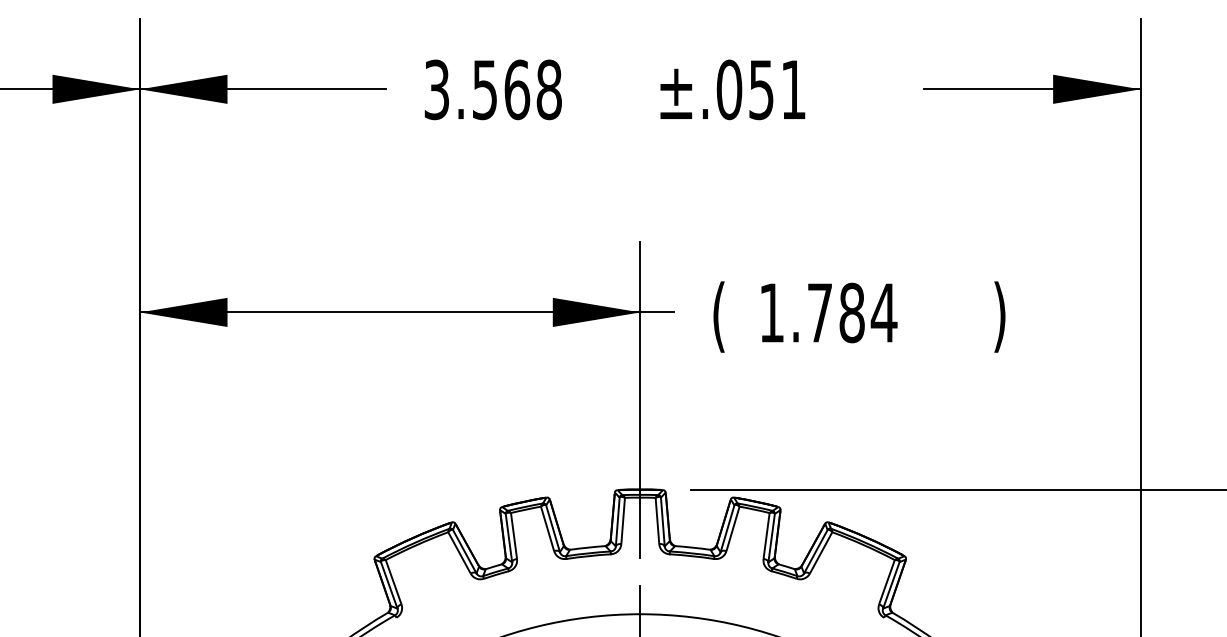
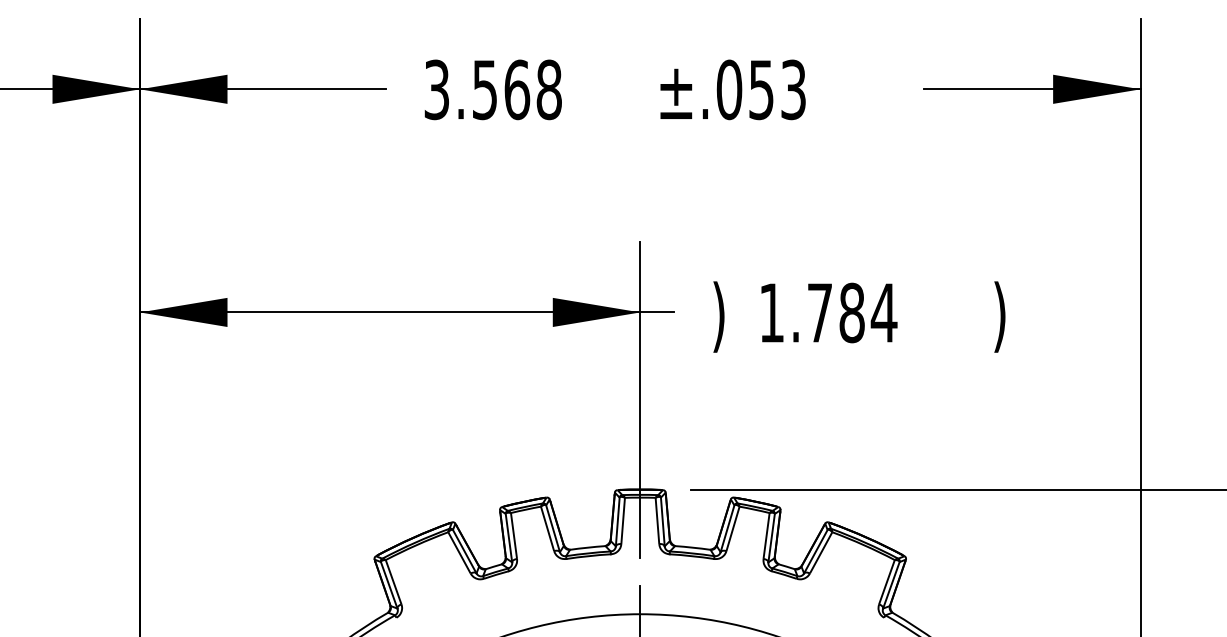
text at (793, 89): ±.051 -> ±.053
text at (718, 316): ( -> )
